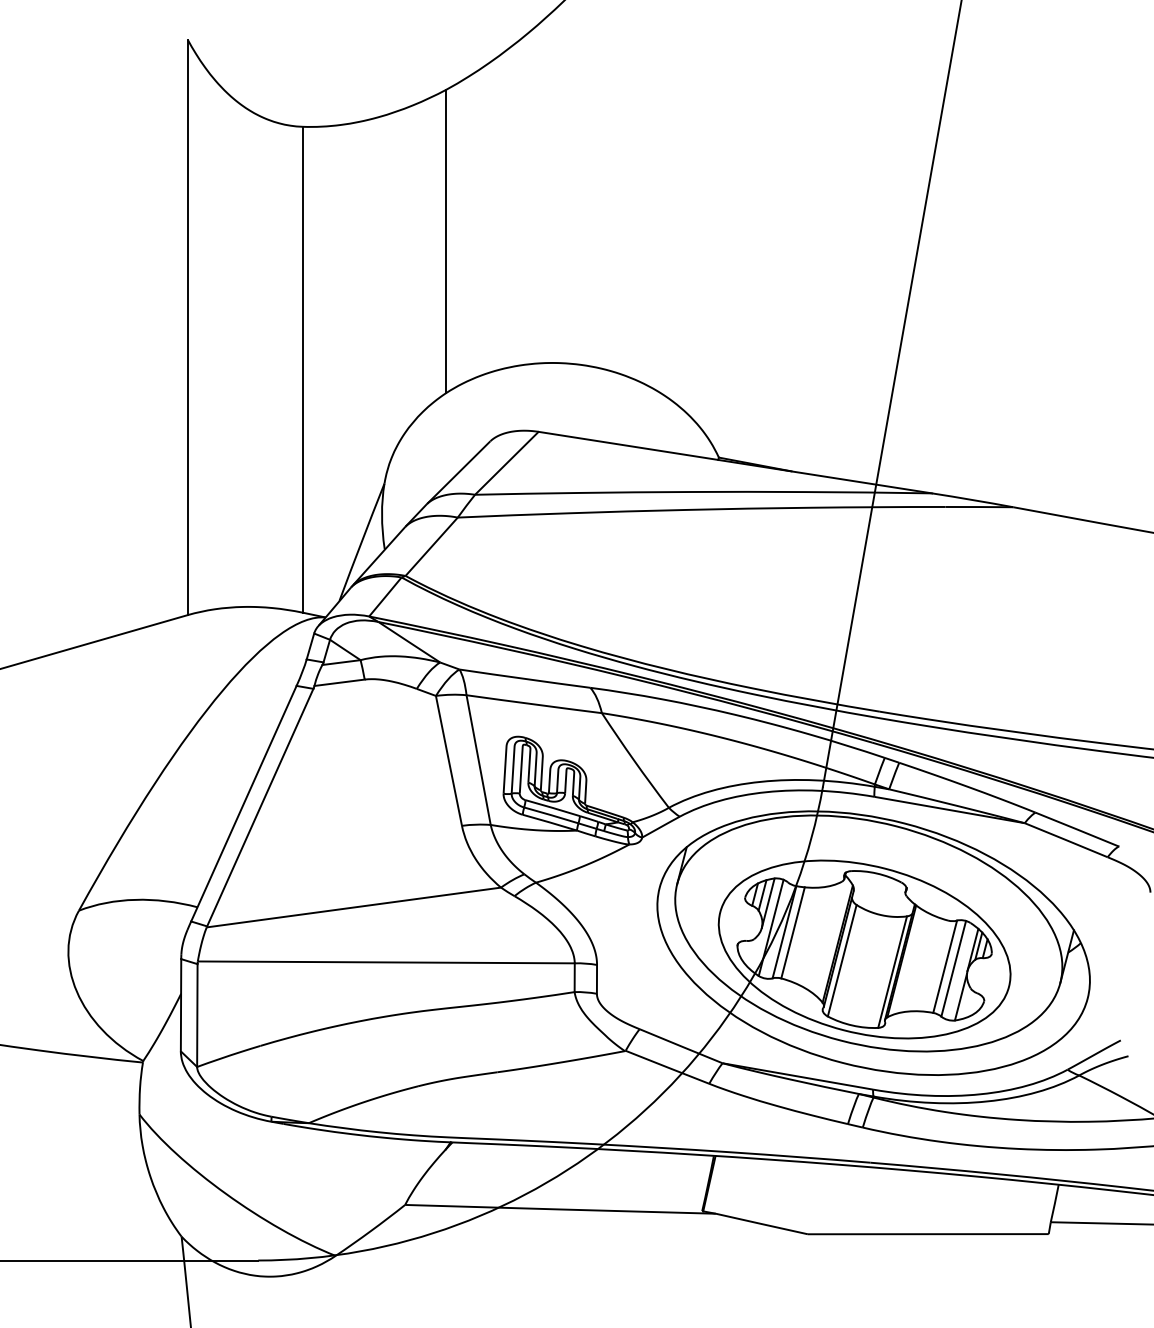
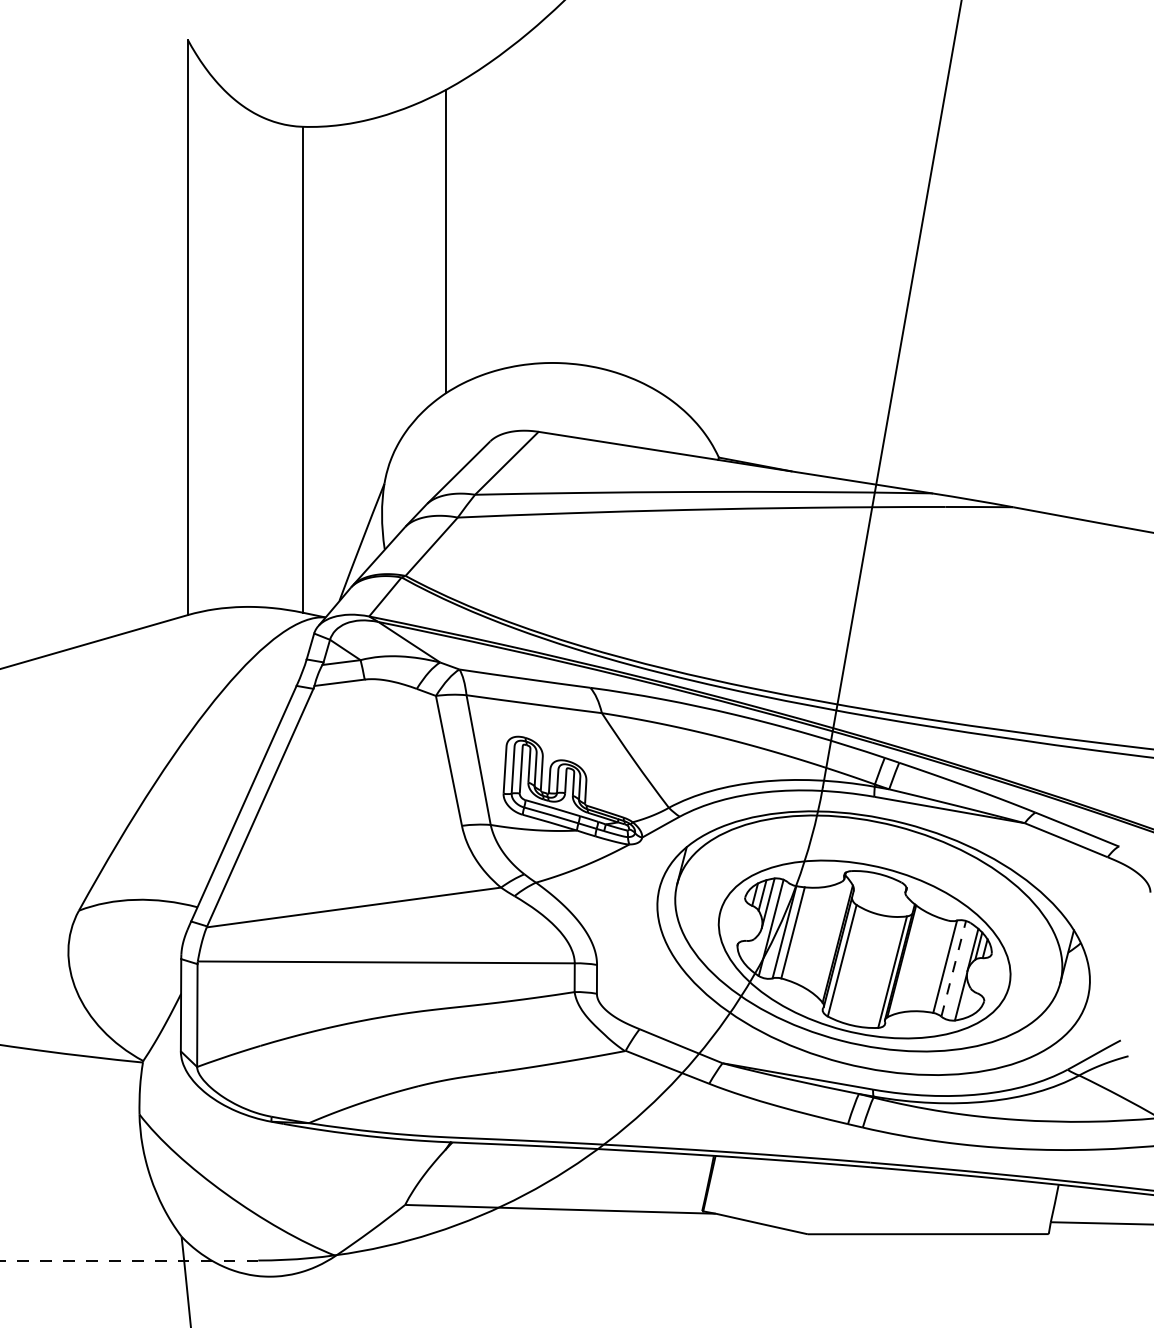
line at (953, 968): solid -> dashed
line at (129, 1260): solid -> dashed
